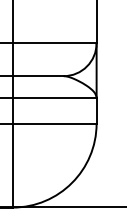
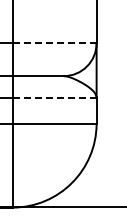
line at (54, 43): solid -> dashed
line at (54, 98): solid -> dashed
